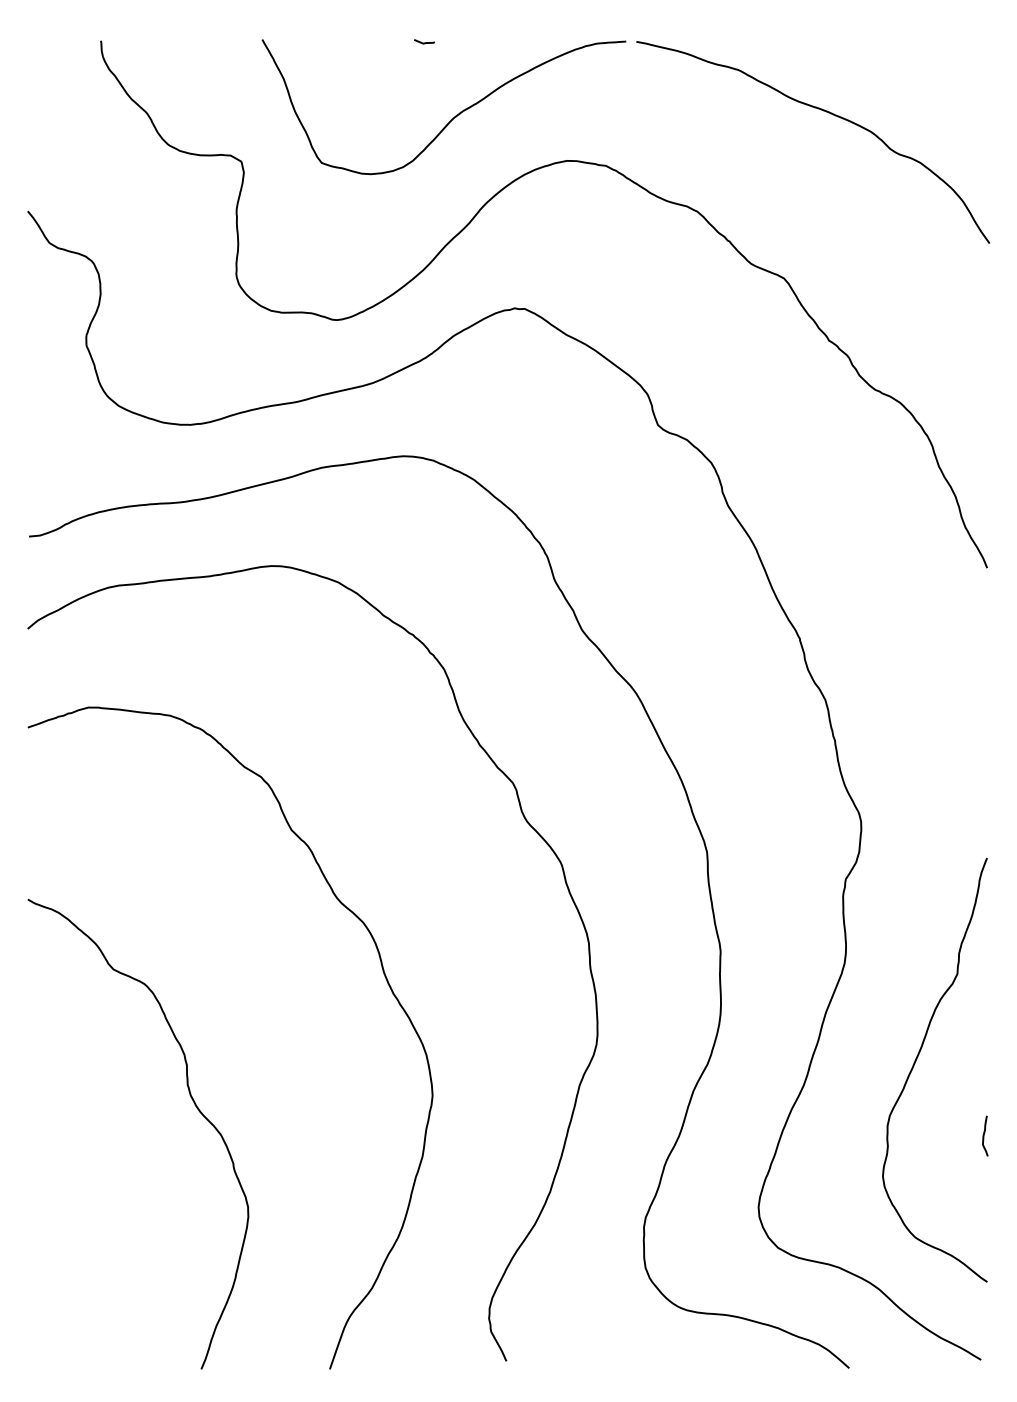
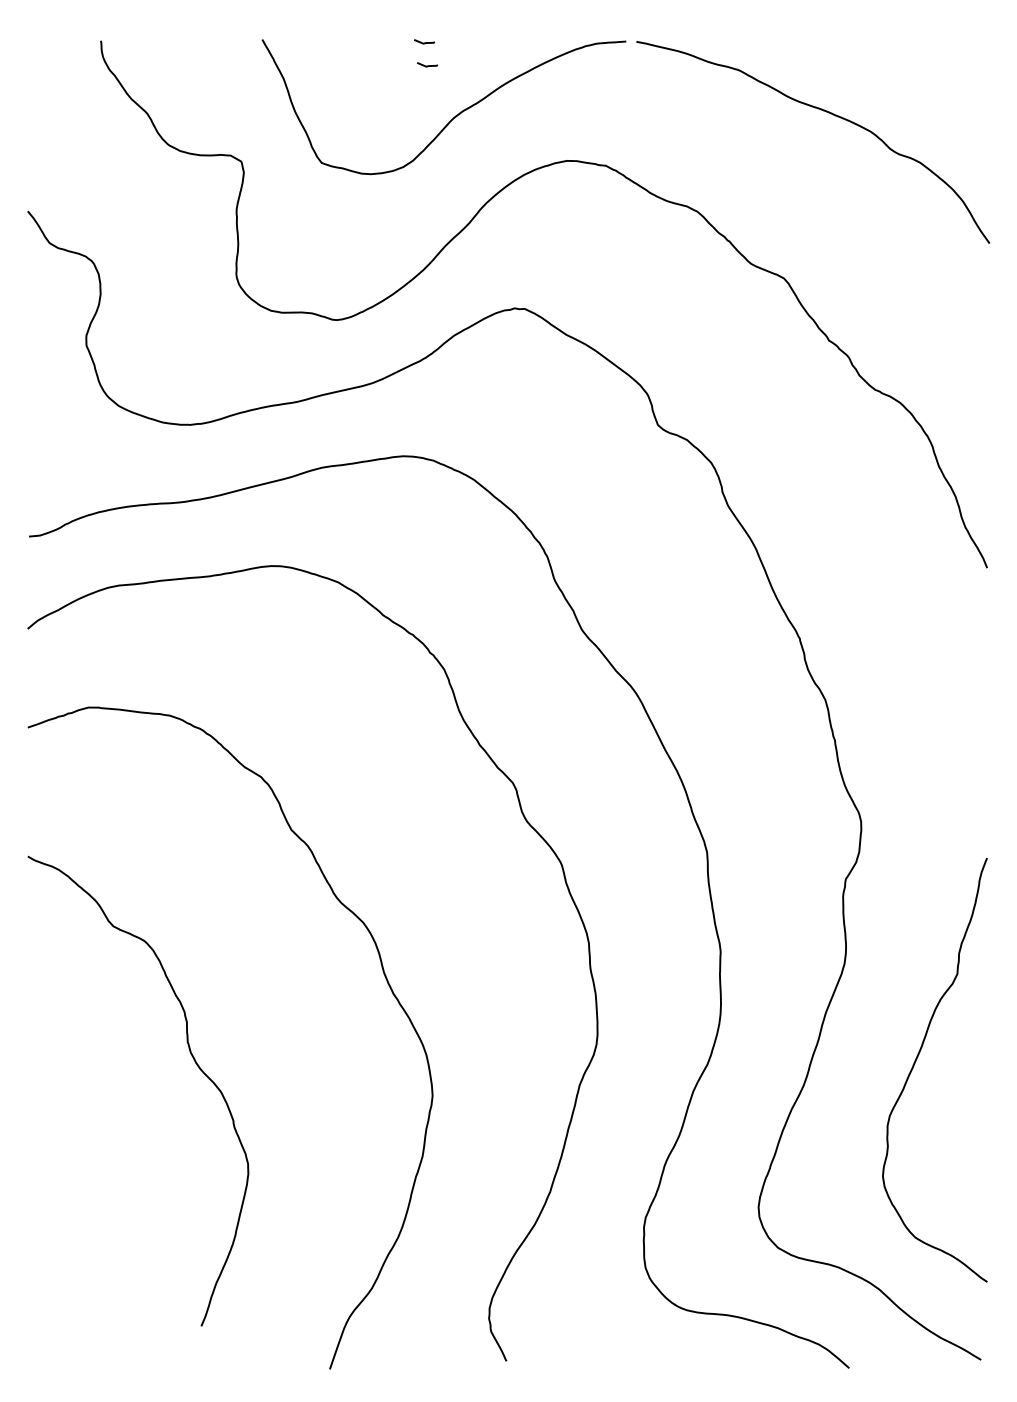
line at (427, 65): none -> present
curve at (194, 1105) position: (194, 1105) -> (194, 1062)
curve at (984, 1135): present -> none
